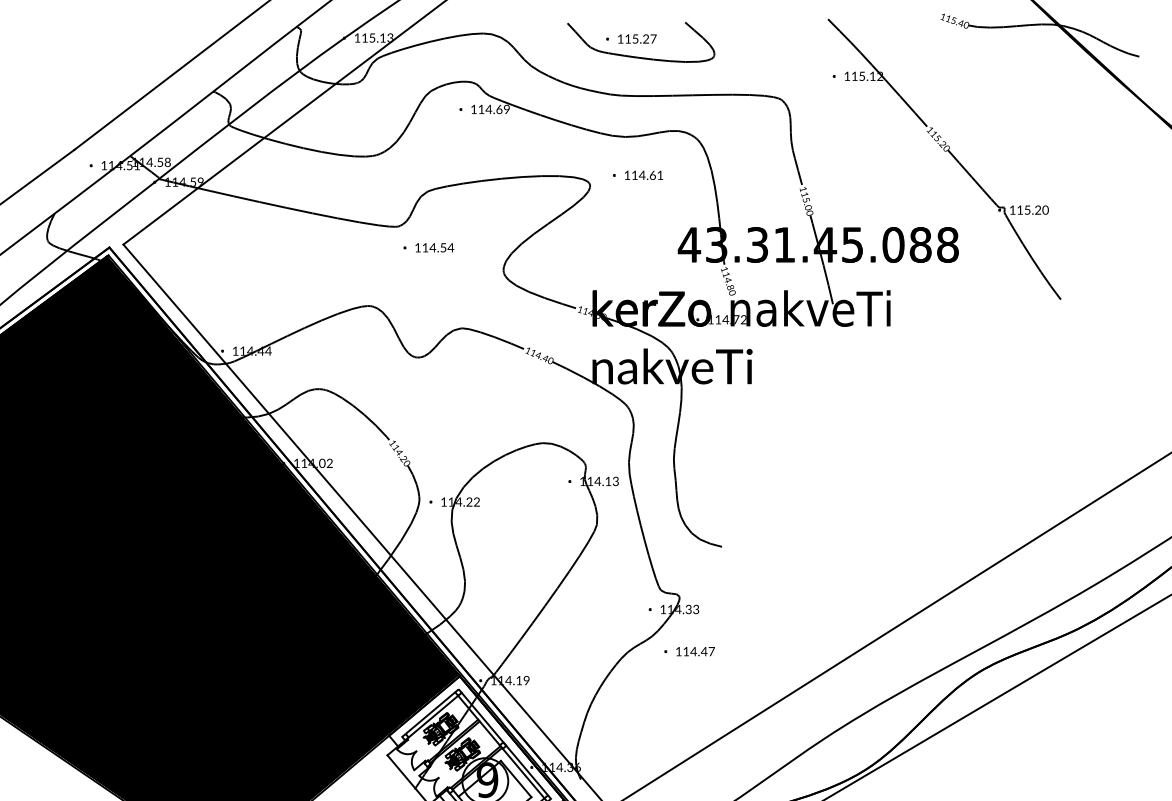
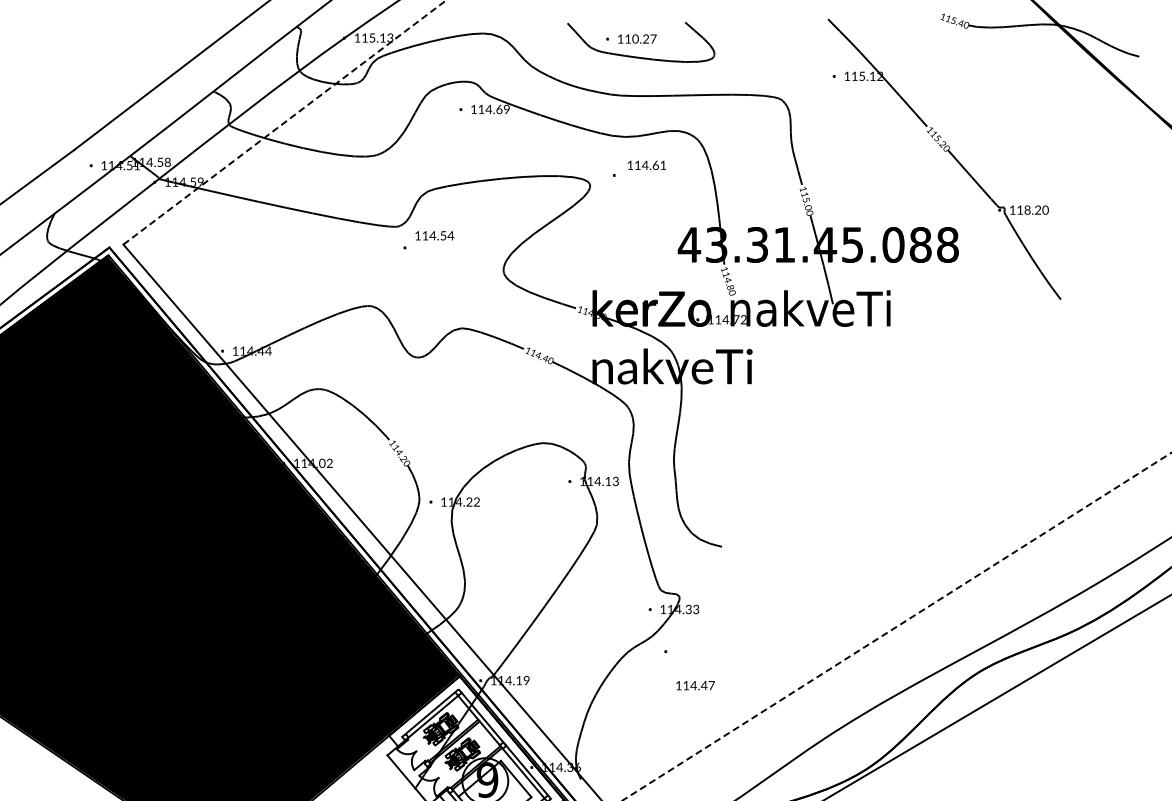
text at (635, 38): 115.27 -> 110.27
line at (285, 122): solid -> dashed
text at (644, 174) position: (644, 174) -> (647, 164)
text at (1027, 209): 115.20 -> 118.20
text at (434, 247) position: (434, 247) -> (434, 235)
line at (897, 626): solid -> dashed
text at (695, 651) position: (695, 651) -> (695, 685)
